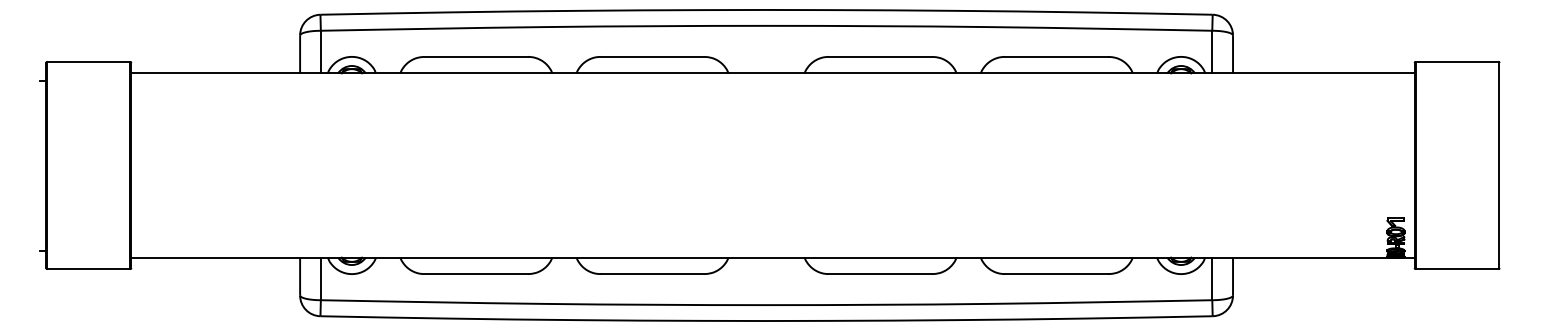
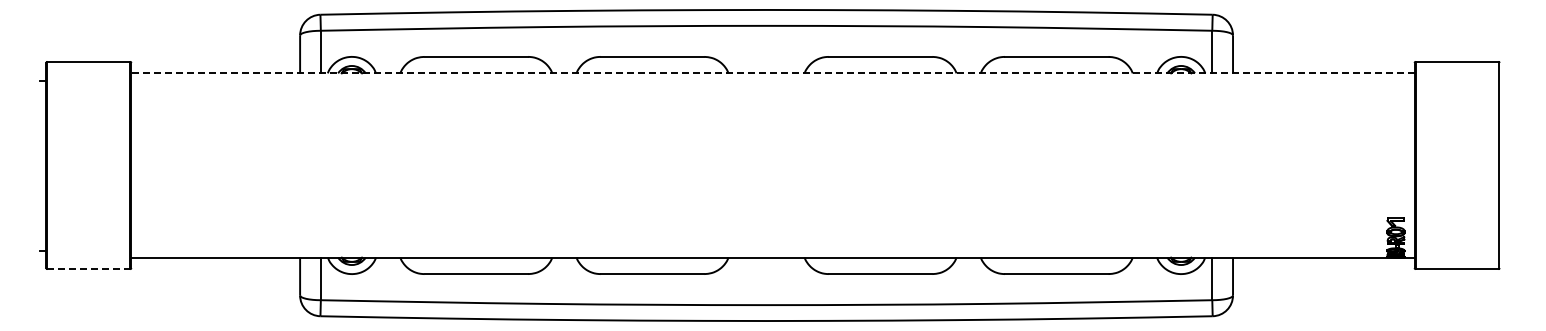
line at (772, 73): solid -> dashed
line at (89, 269): solid -> dashed
